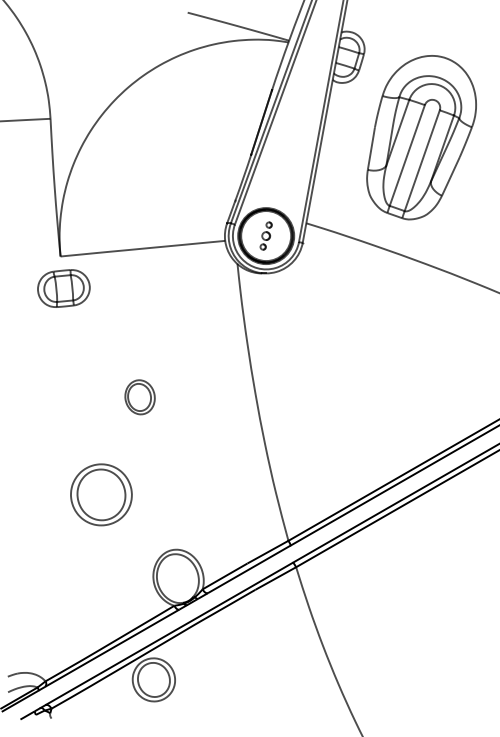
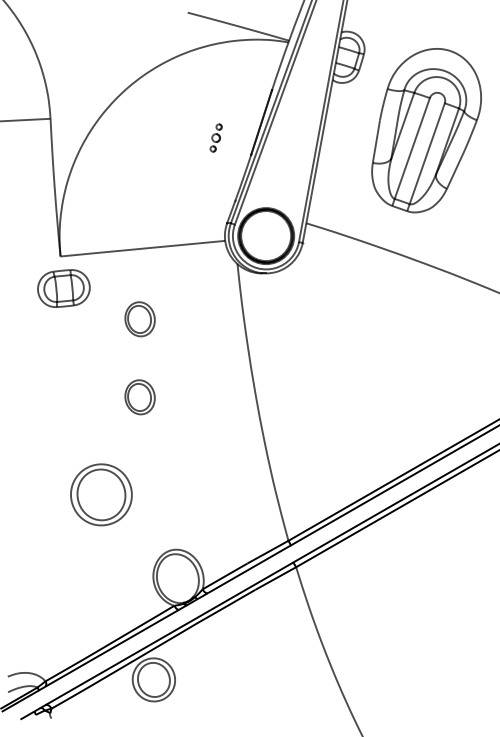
part at (421, 137) position: (421, 137) -> (426, 130)
part at (265, 235) position: (265, 235) -> (215, 137)
part at (139, 319): none -> present
